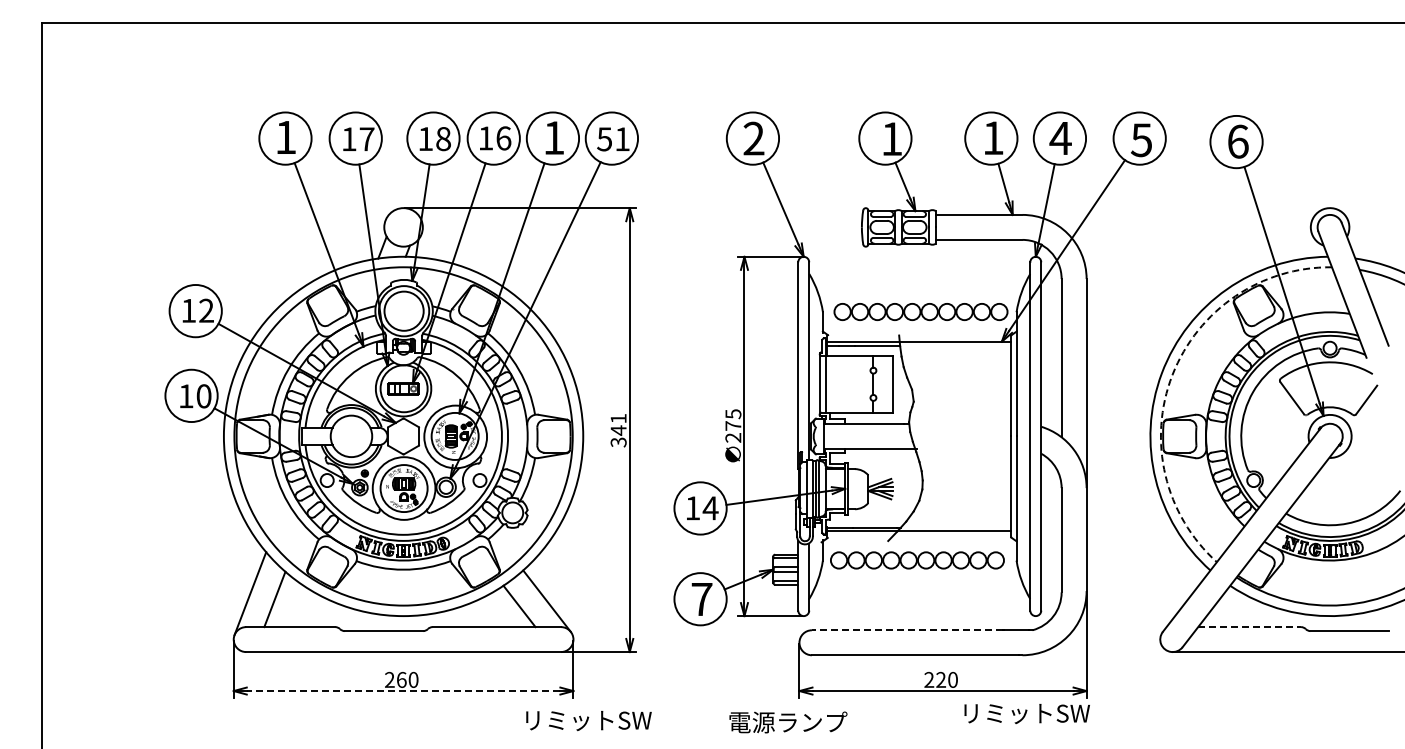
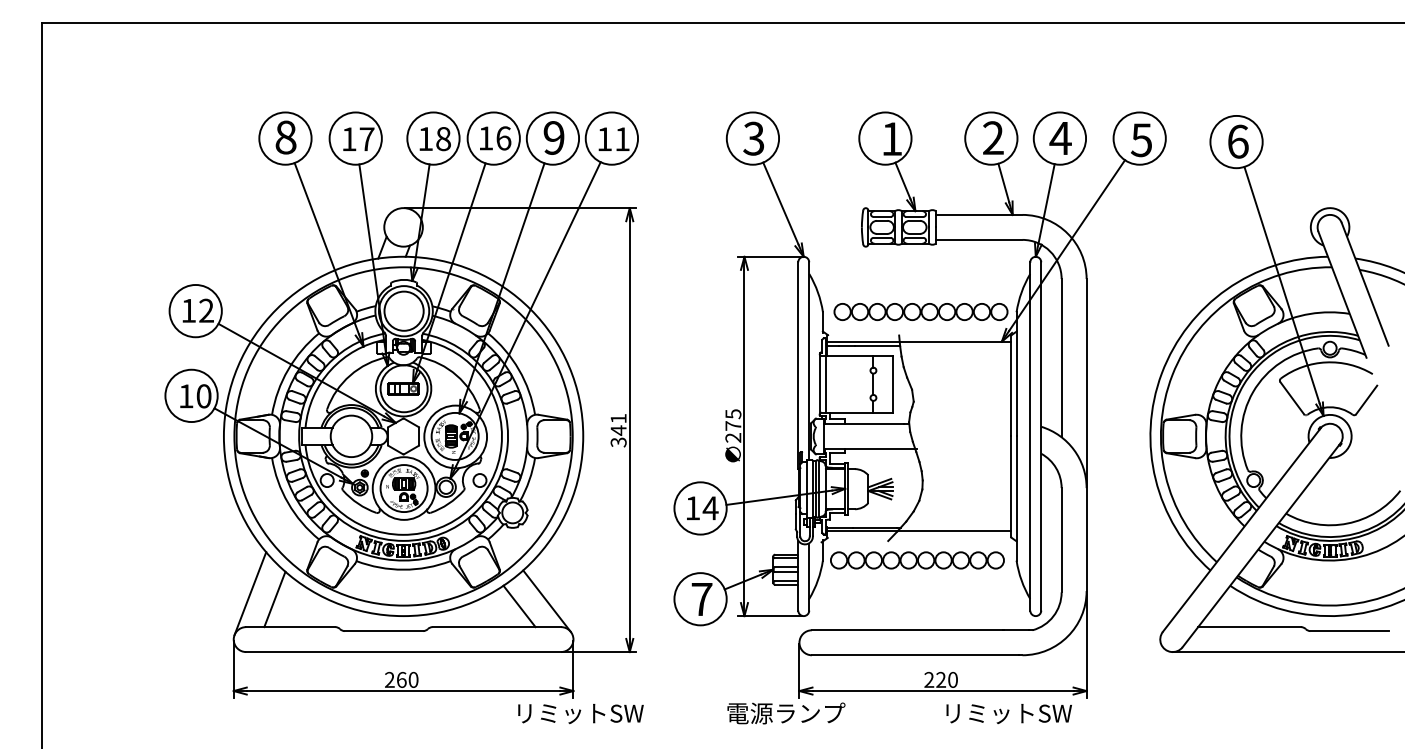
text at (285, 137): 1 -> 8
text at (553, 137): 1 -> 9
text at (993, 137): 1 -> 2
text at (753, 138): 2 -> 3
text at (604, 139): 51 -> 11
arc at (1172, 374): dashed -> solid
line at (1250, 627): dashed -> solid
line at (906, 630): dashed -> solid
line at (403, 691): dashed -> solid
text at (1026, 713) position: (1026, 713) -> (1008, 713)
text at (588, 721) position: (588, 721) -> (580, 714)
text at (788, 722) position: (788, 722) -> (786, 713)
